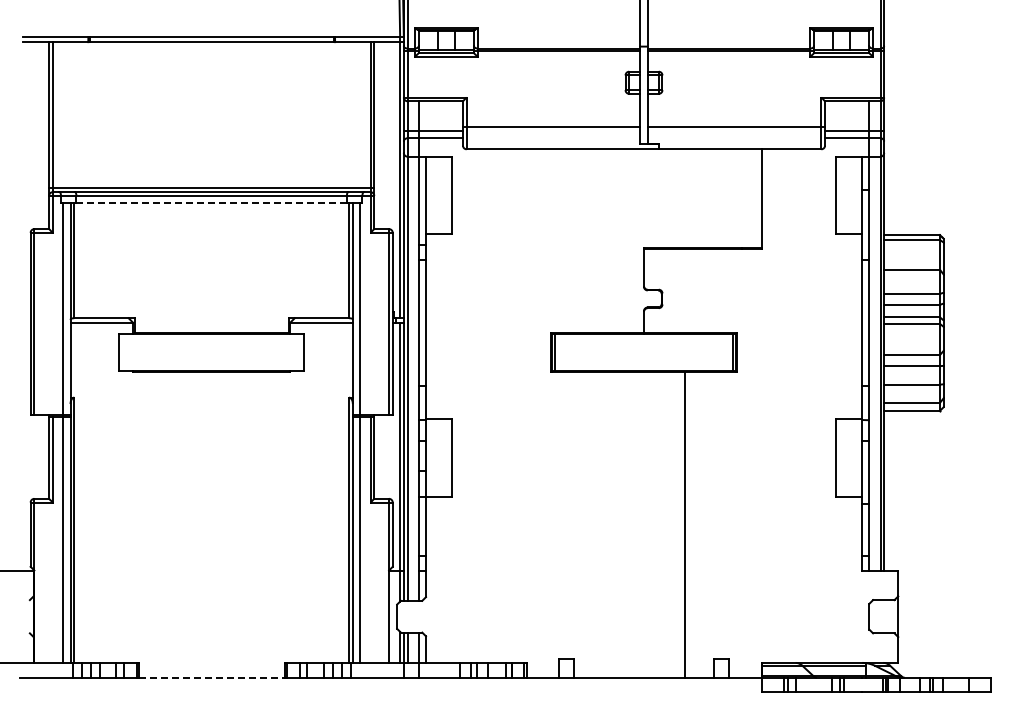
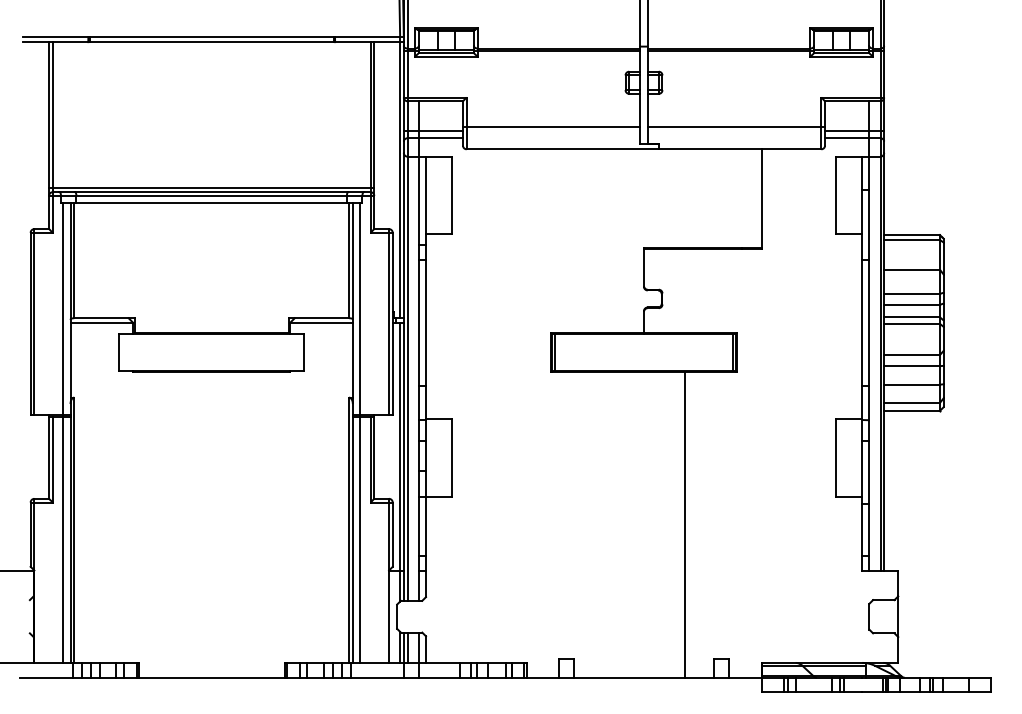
line at (211, 203): dashed -> solid
line at (212, 677): dashed -> solid
